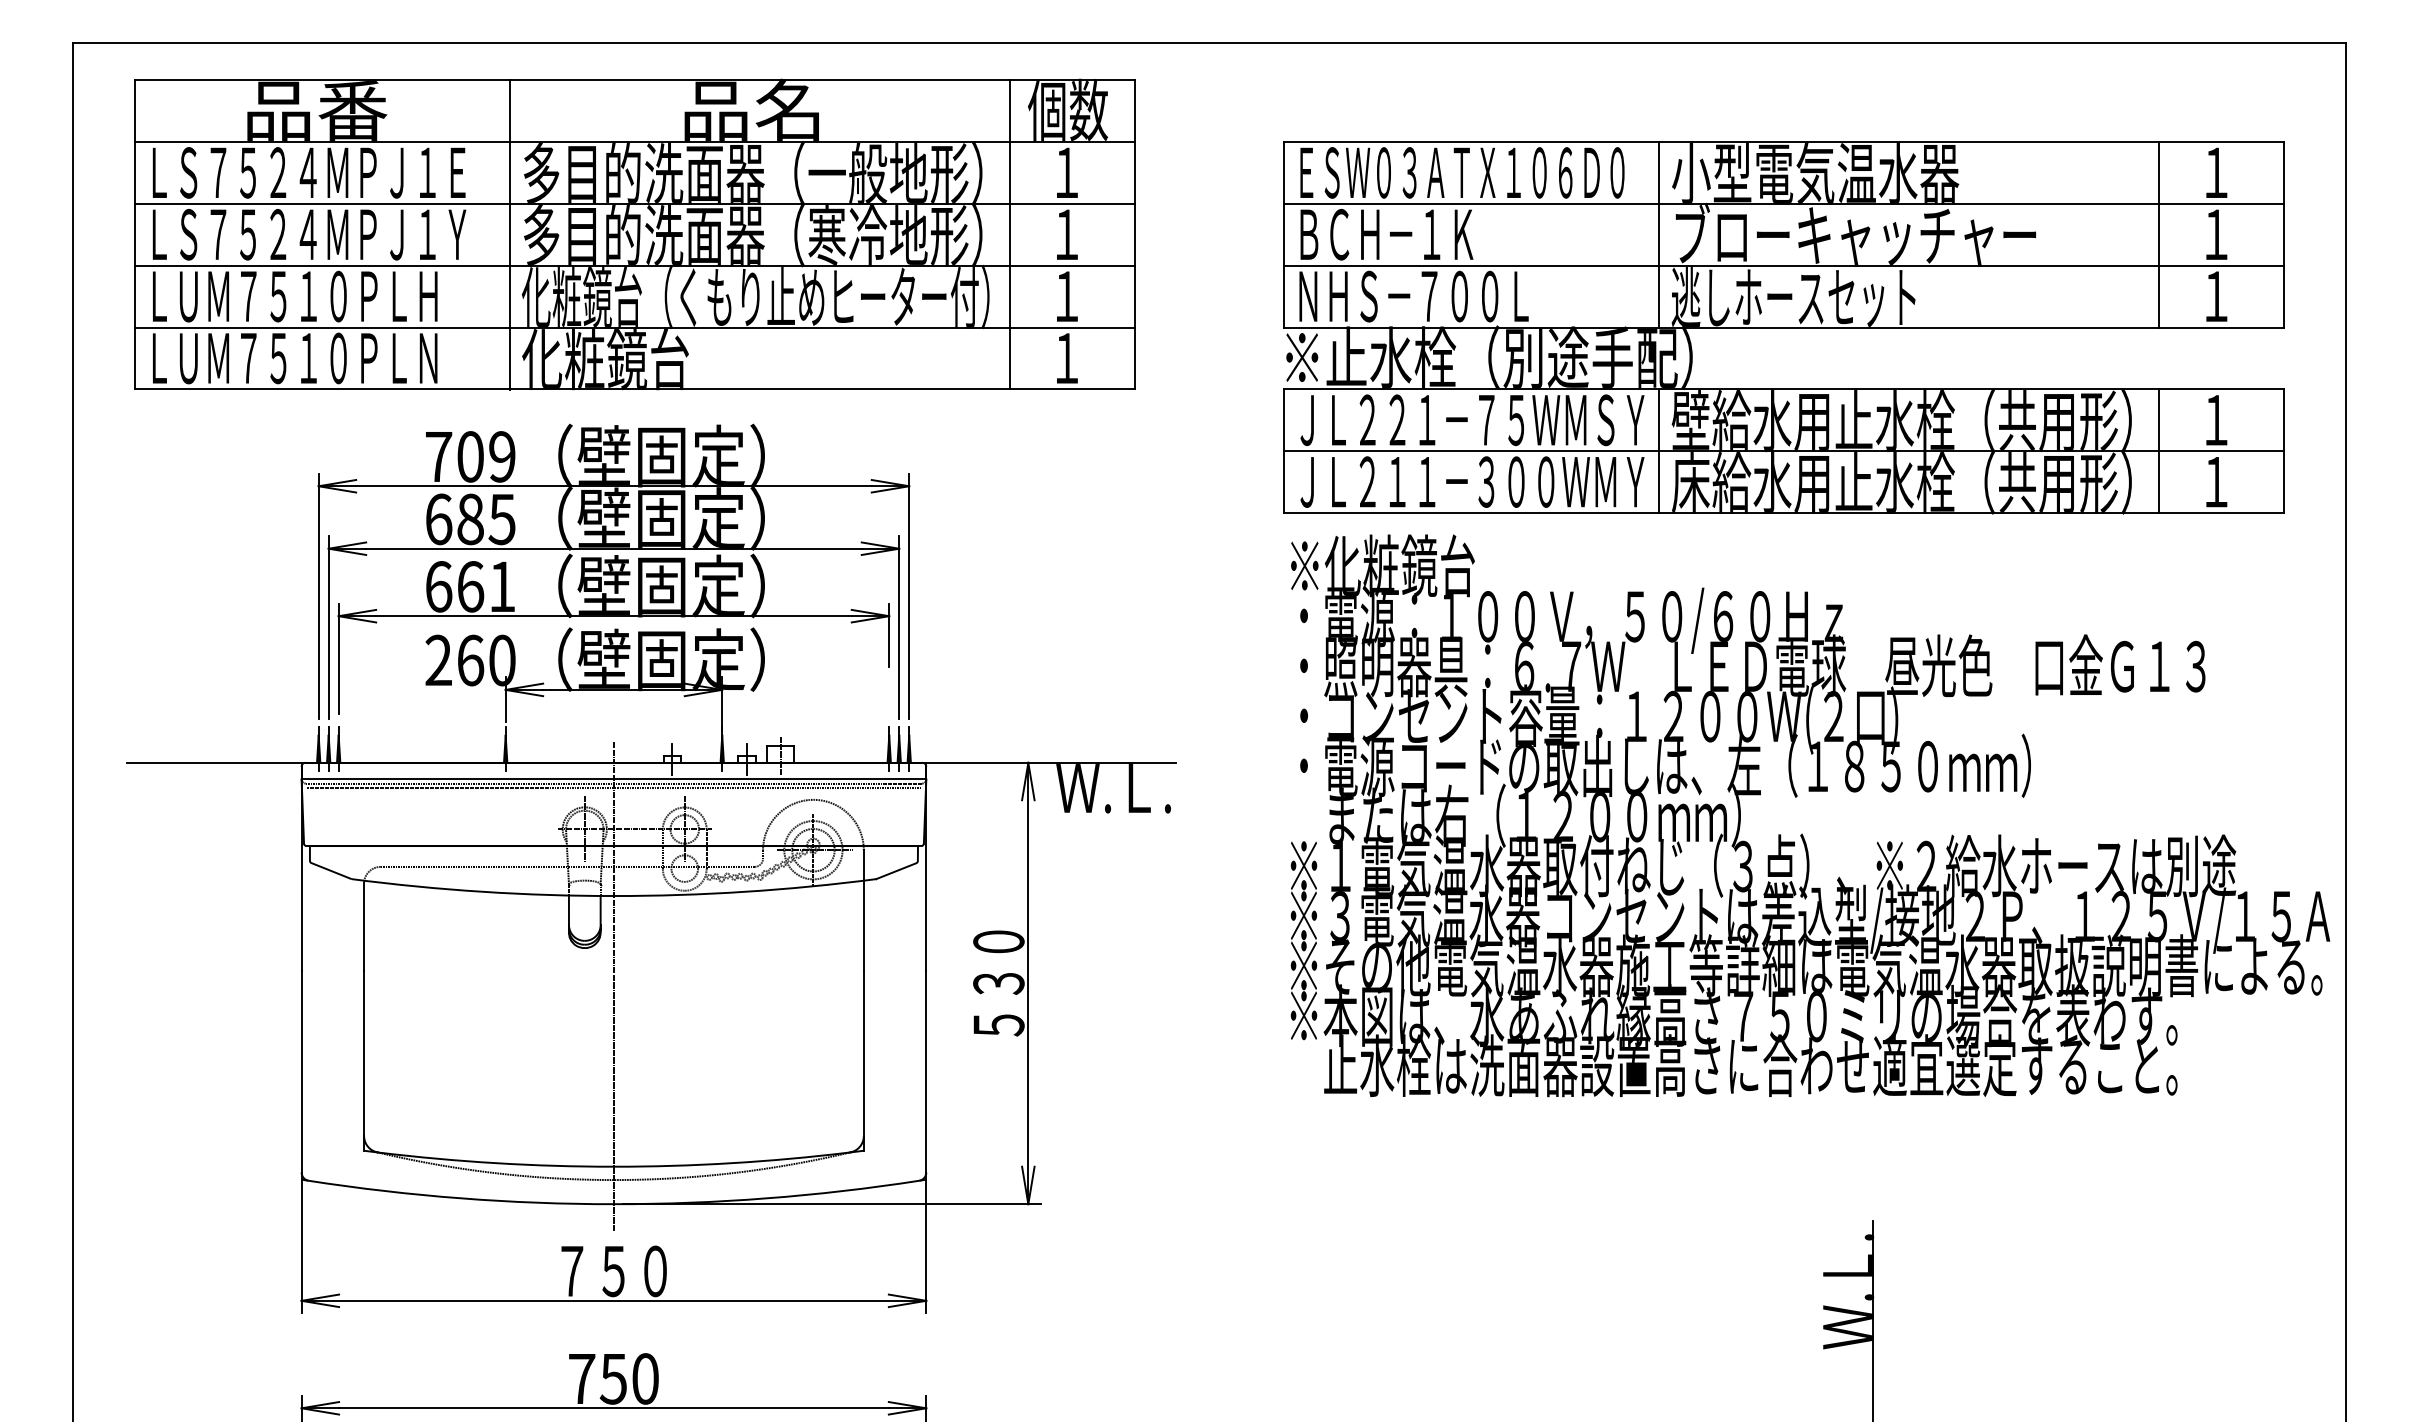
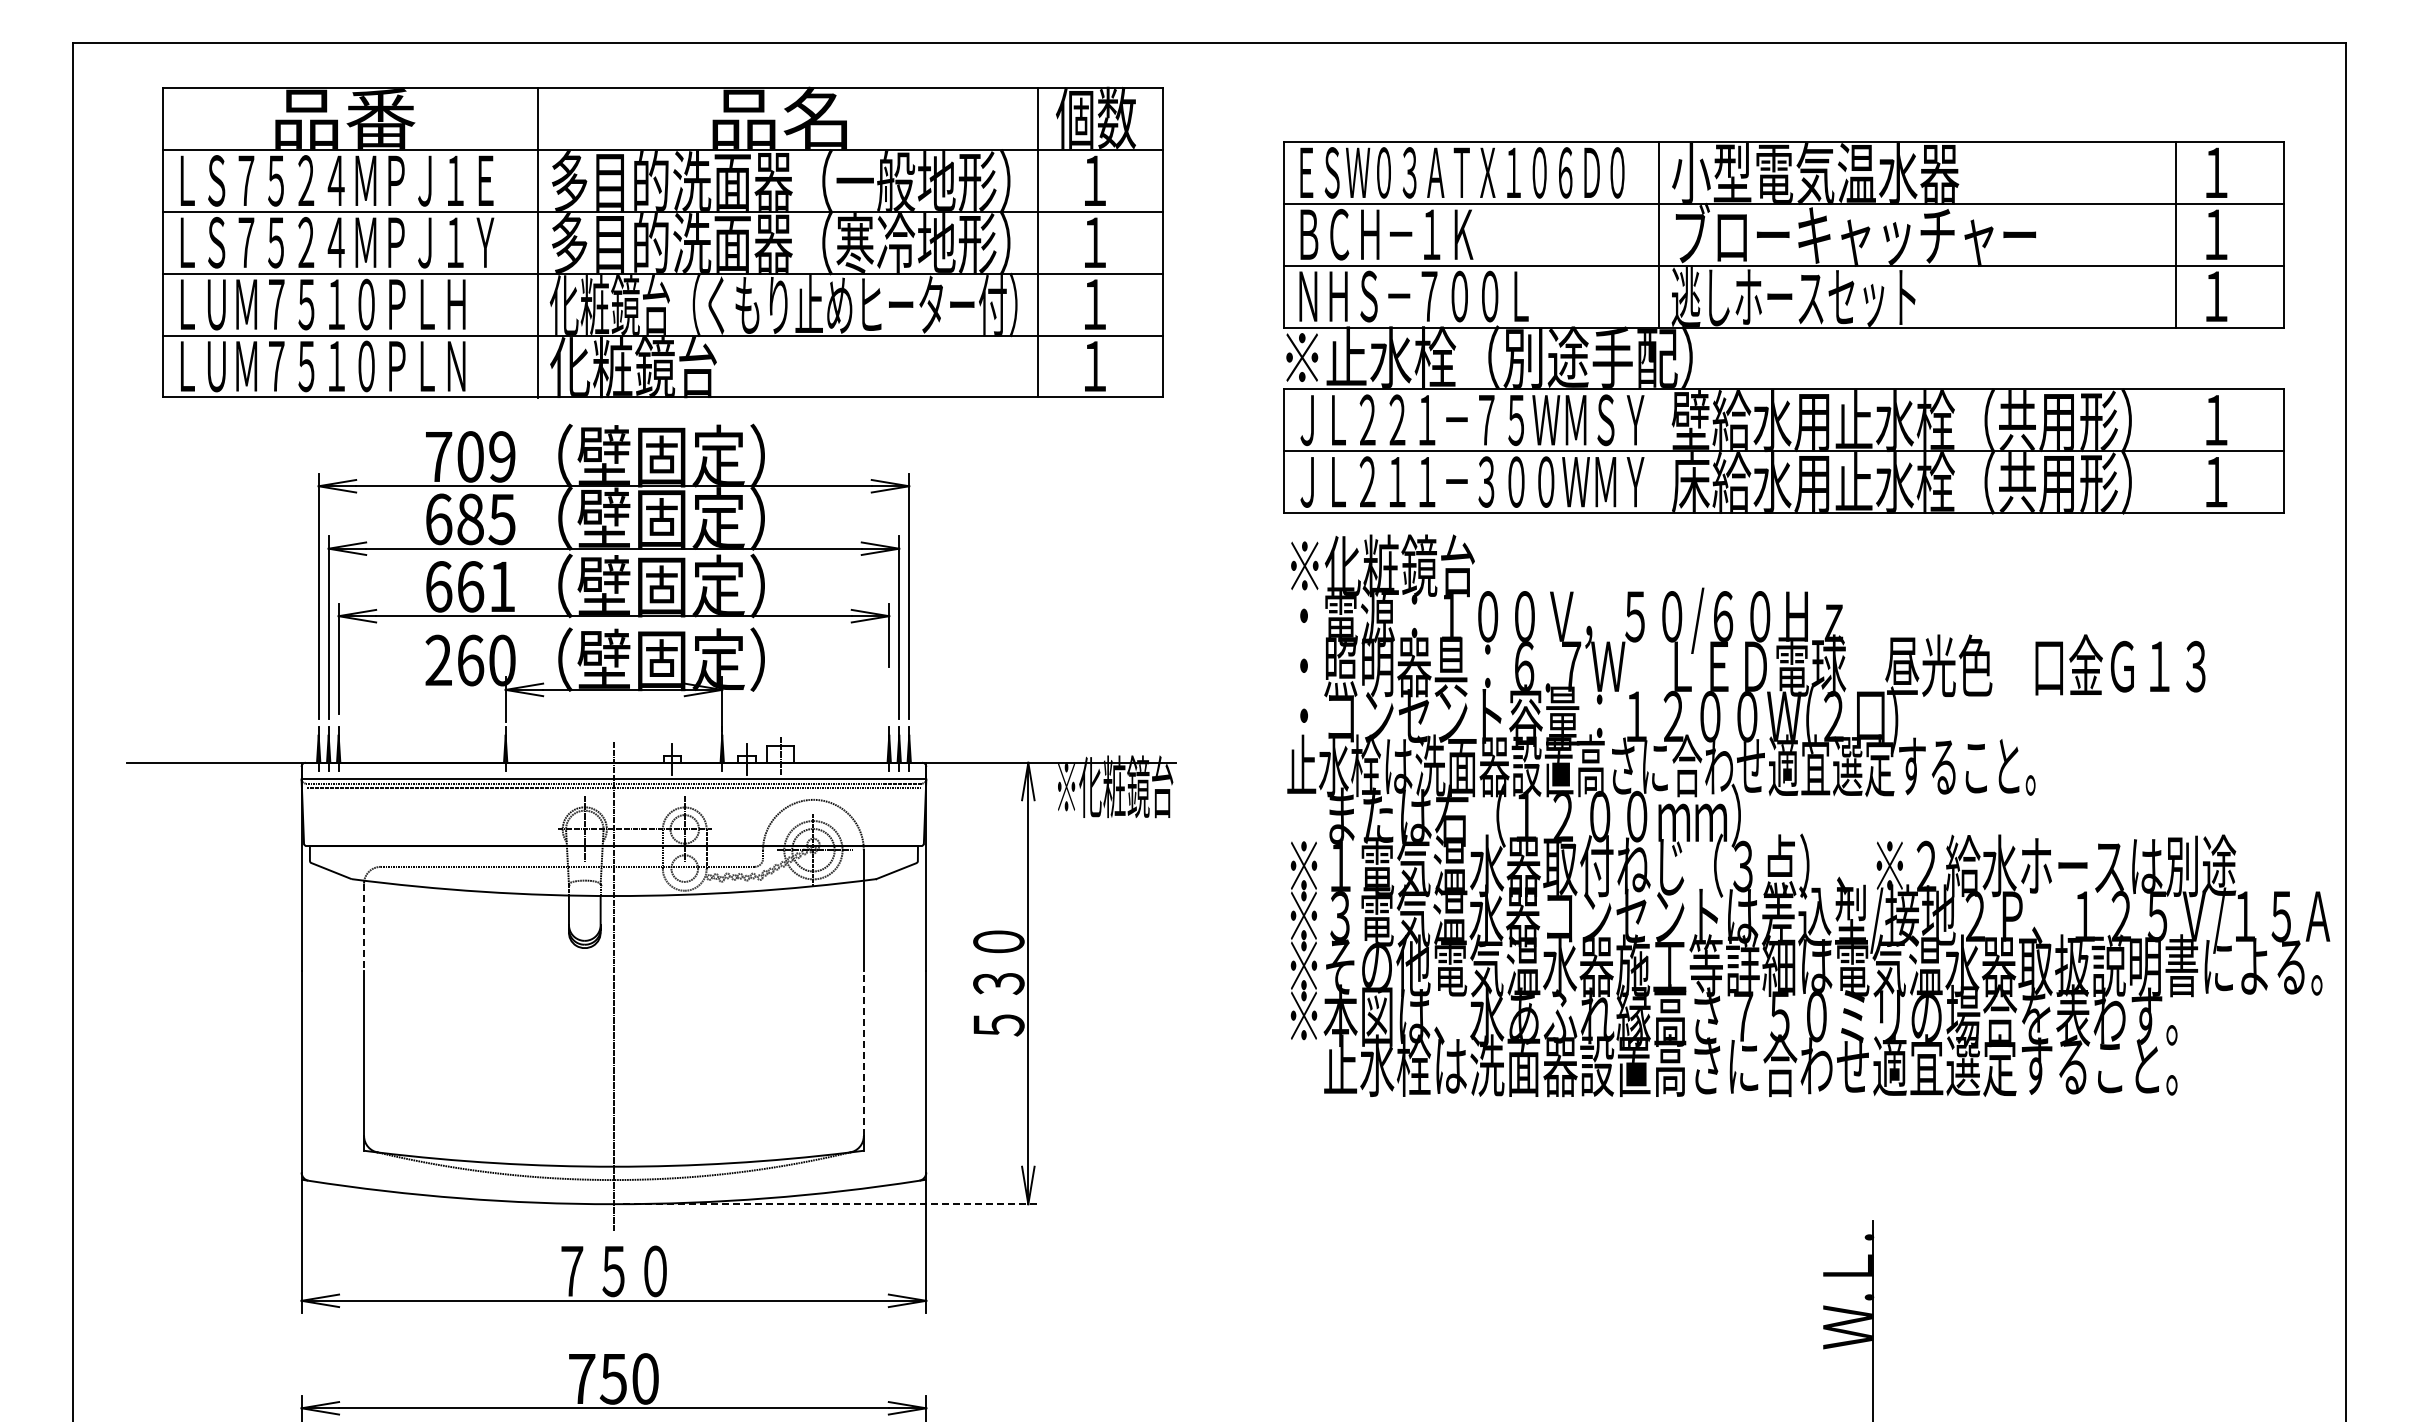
part at (634, 234) position: (634, 234) -> (662, 242)
line at (2159, 234) position: (2159, 234) -> (2176, 234)
line at (1659, 451): present -> none
line at (2159, 451): present -> none
text at (1661, 765): ・電源コードの取出しは、左（１８５０ｍｍ） -> 止水栓は洗面器設置高さに合わせ適宜選定すること。
text at (1114, 786): Ｗ.Ｌ. -> ※化粧鏡台
line at (364, 927): solid -> dashed
line at (863, 1053): solid -> dashed
line at (832, 1204): solid -> dashed
